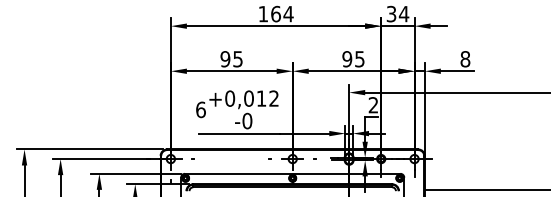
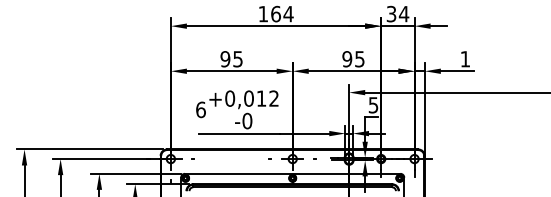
text at (465, 59): 8 -> 1
text at (373, 105): 2 -> 5
line at (485, 189): present -> none
